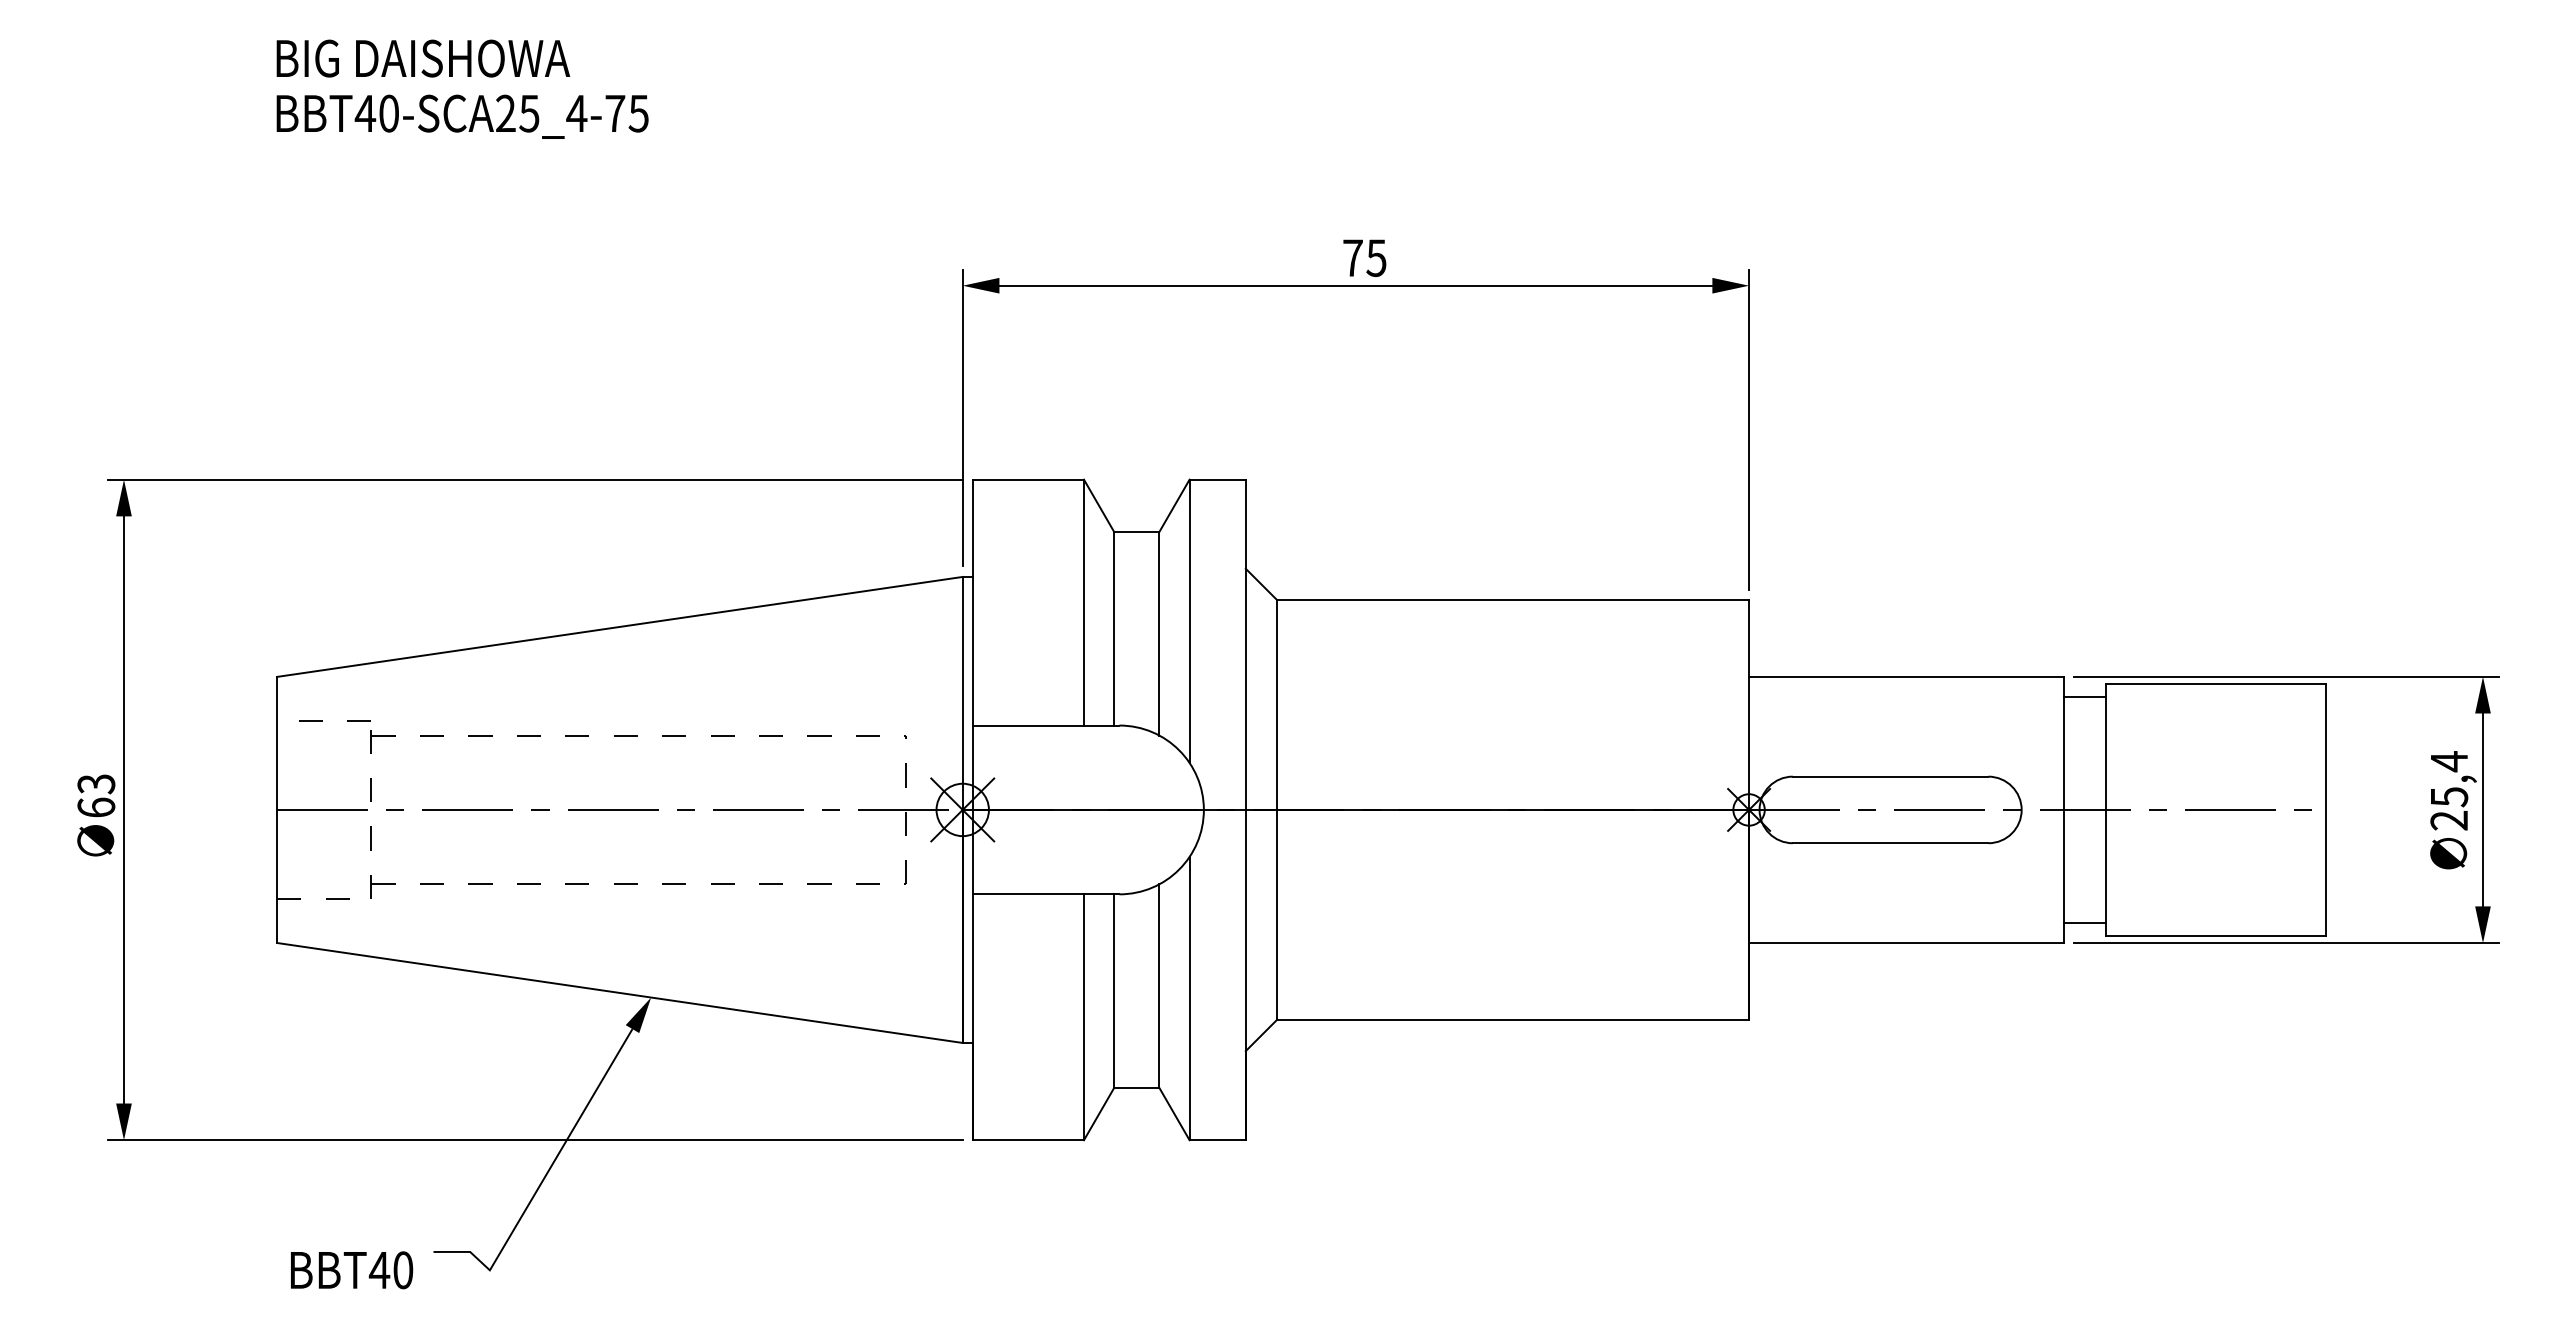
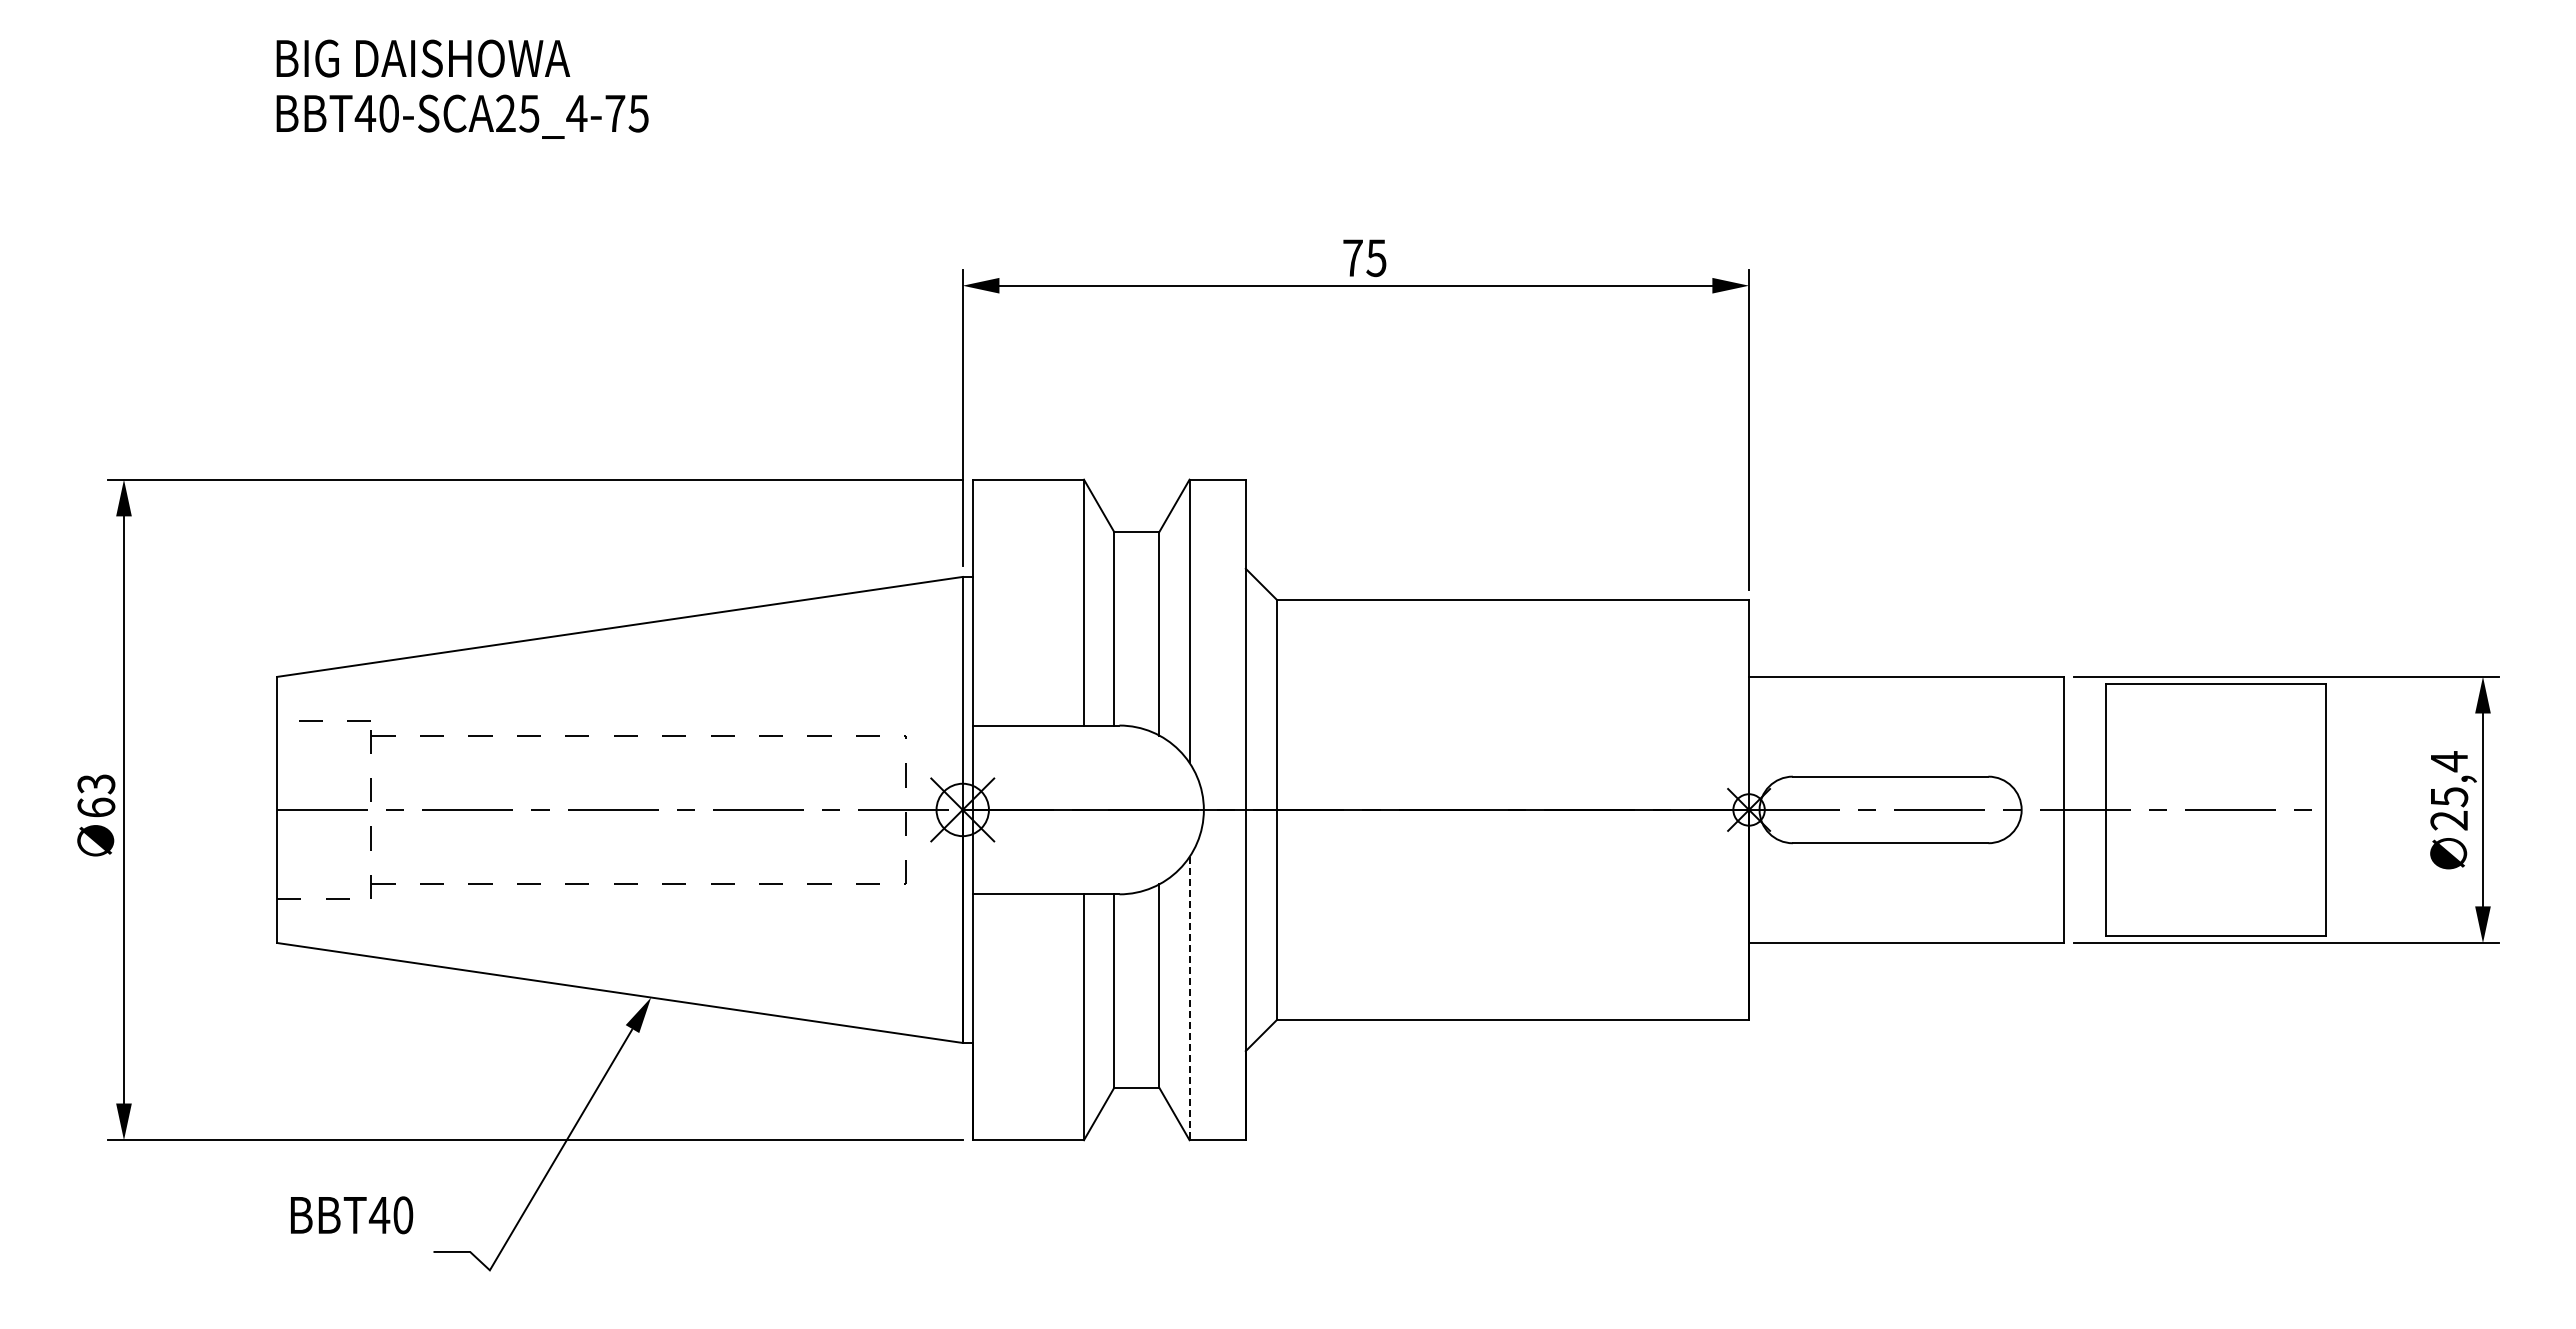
line at (2084, 697): present -> none
line at (2084, 922): present -> none
line at (1189, 998): solid -> dashed
text at (352, 1270) position: (352, 1270) -> (352, 1215)
